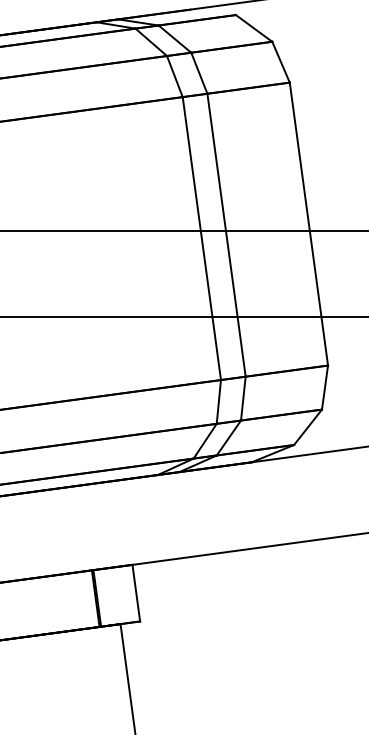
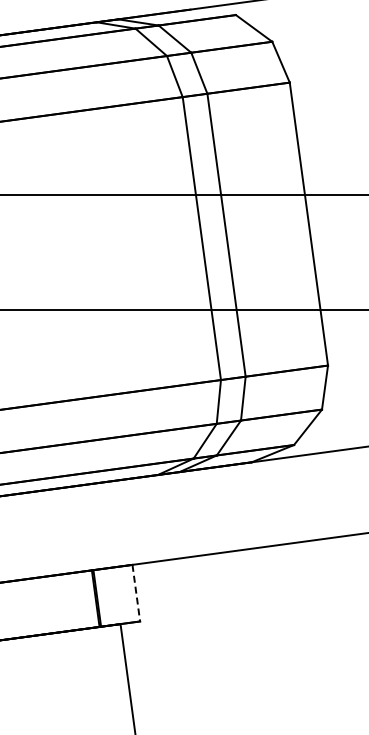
line at (183, 231) position: (183, 231) -> (183, 195)
line at (183, 317) position: (183, 317) -> (183, 310)
line at (136, 593): solid -> dashed
